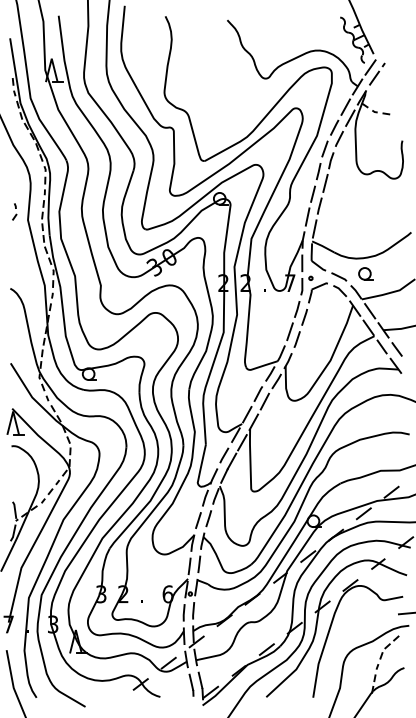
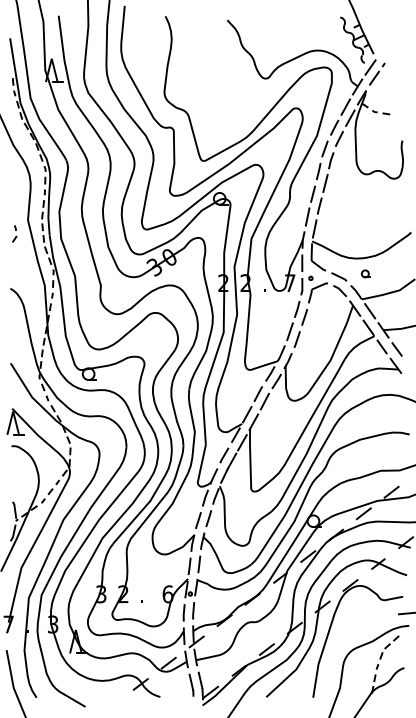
part at (14, 211) position: (14, 211) -> (14, 233)
part at (365, 273) size: 16x14 px -> 10x10 px
